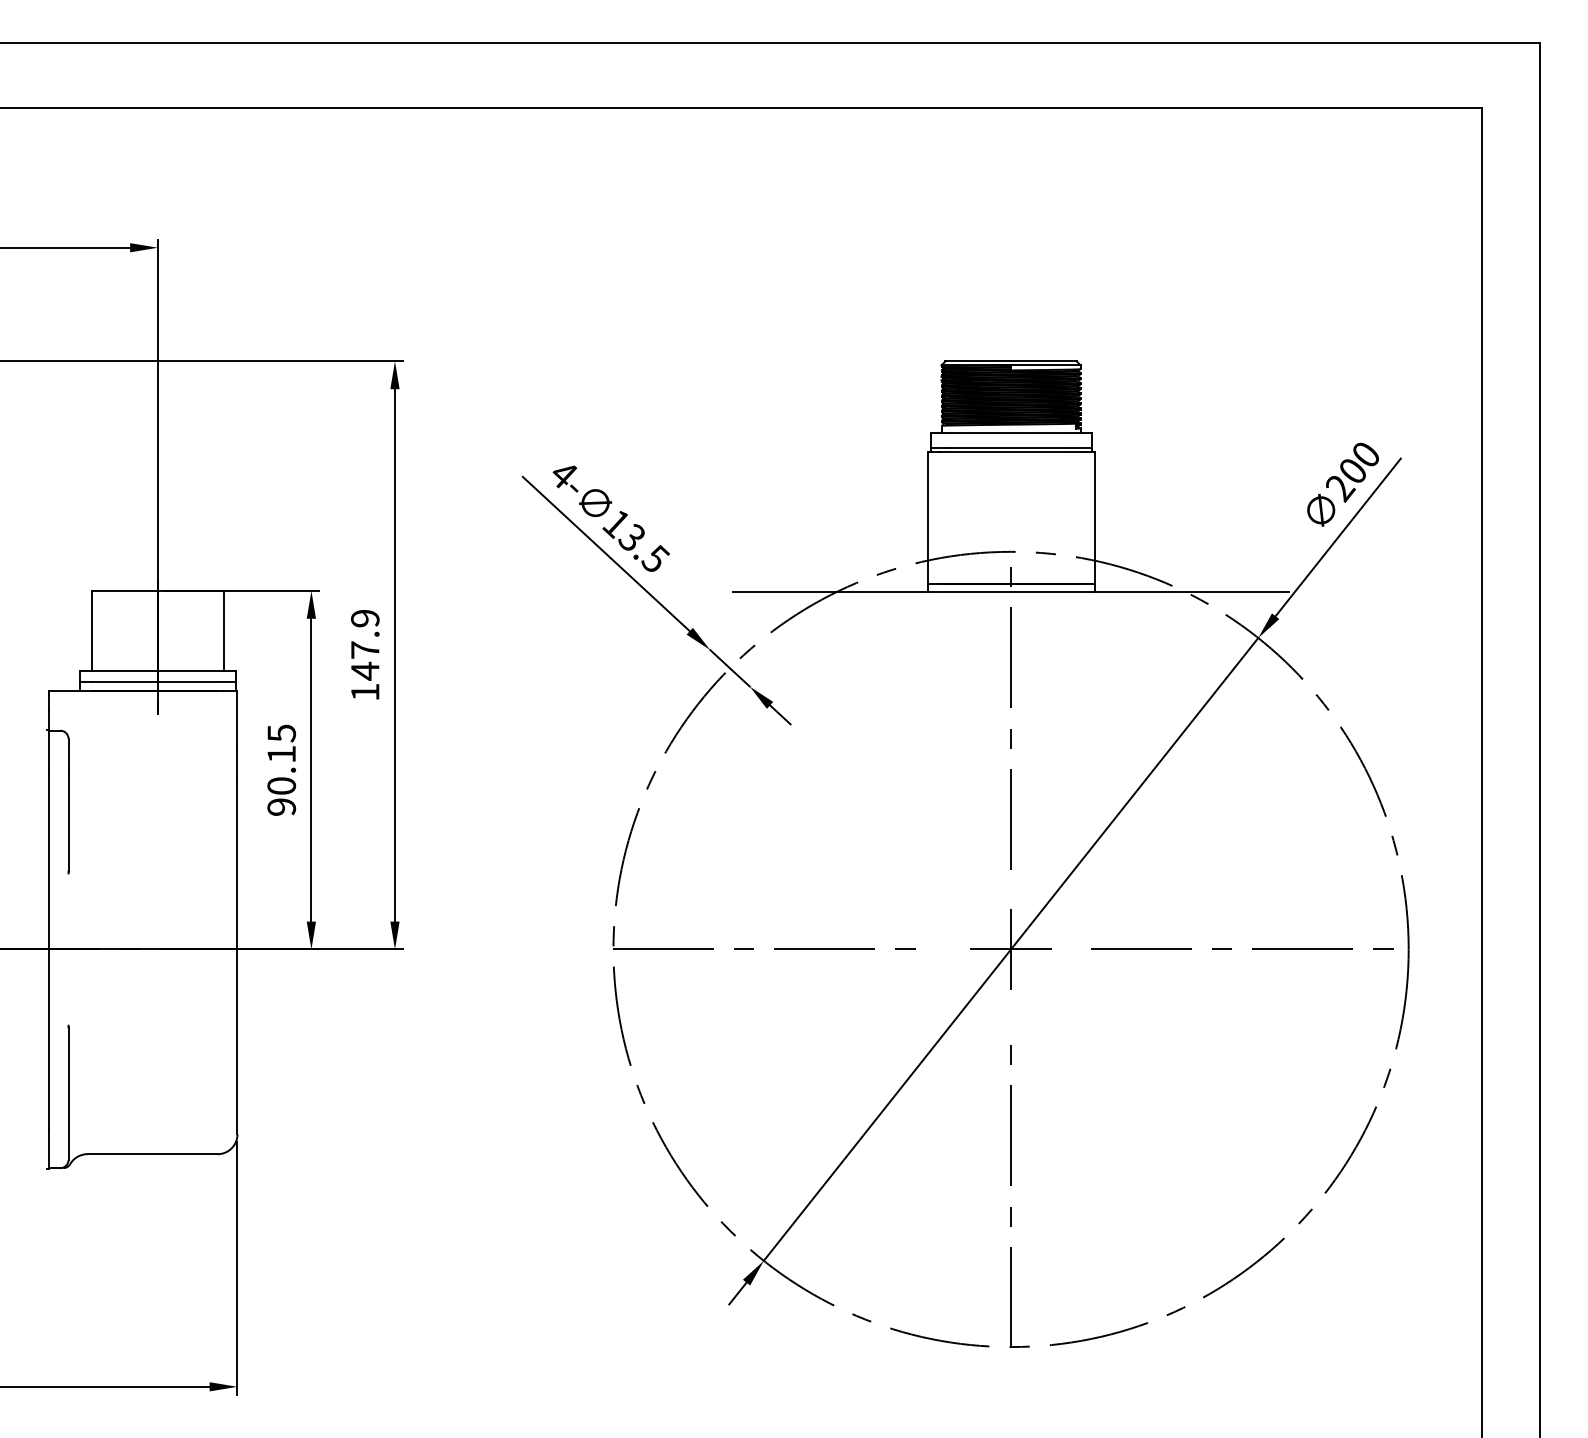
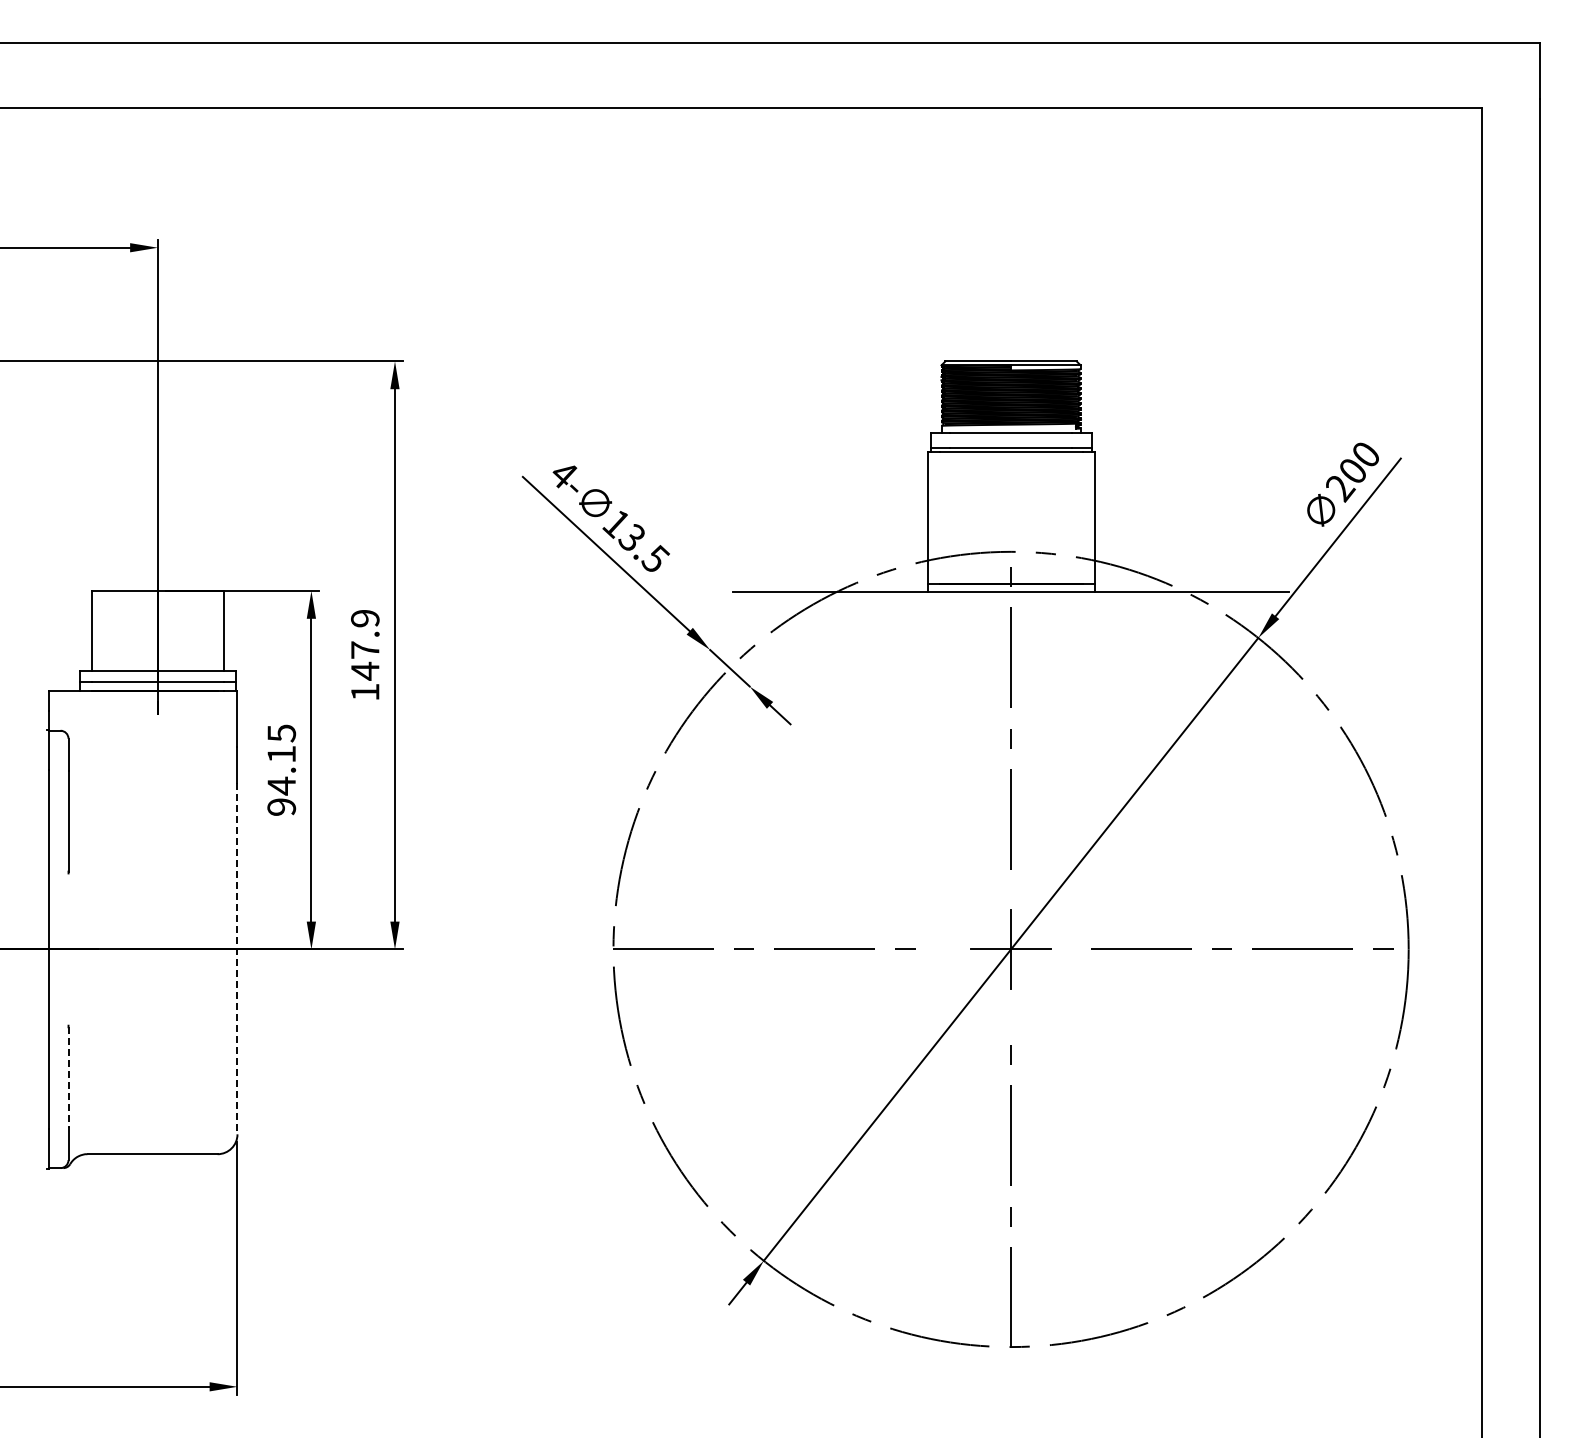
text at (281, 785): 90.15 -> 94.15
line at (237, 958): solid -> dashed
line at (68, 1077): solid -> dashed
